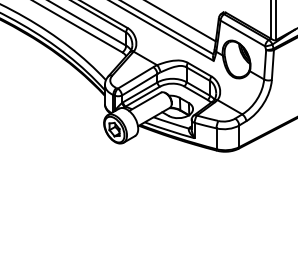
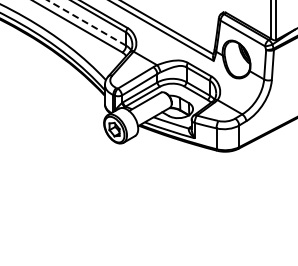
line at (181, 21): present -> none
line at (86, 22): solid -> dashed
